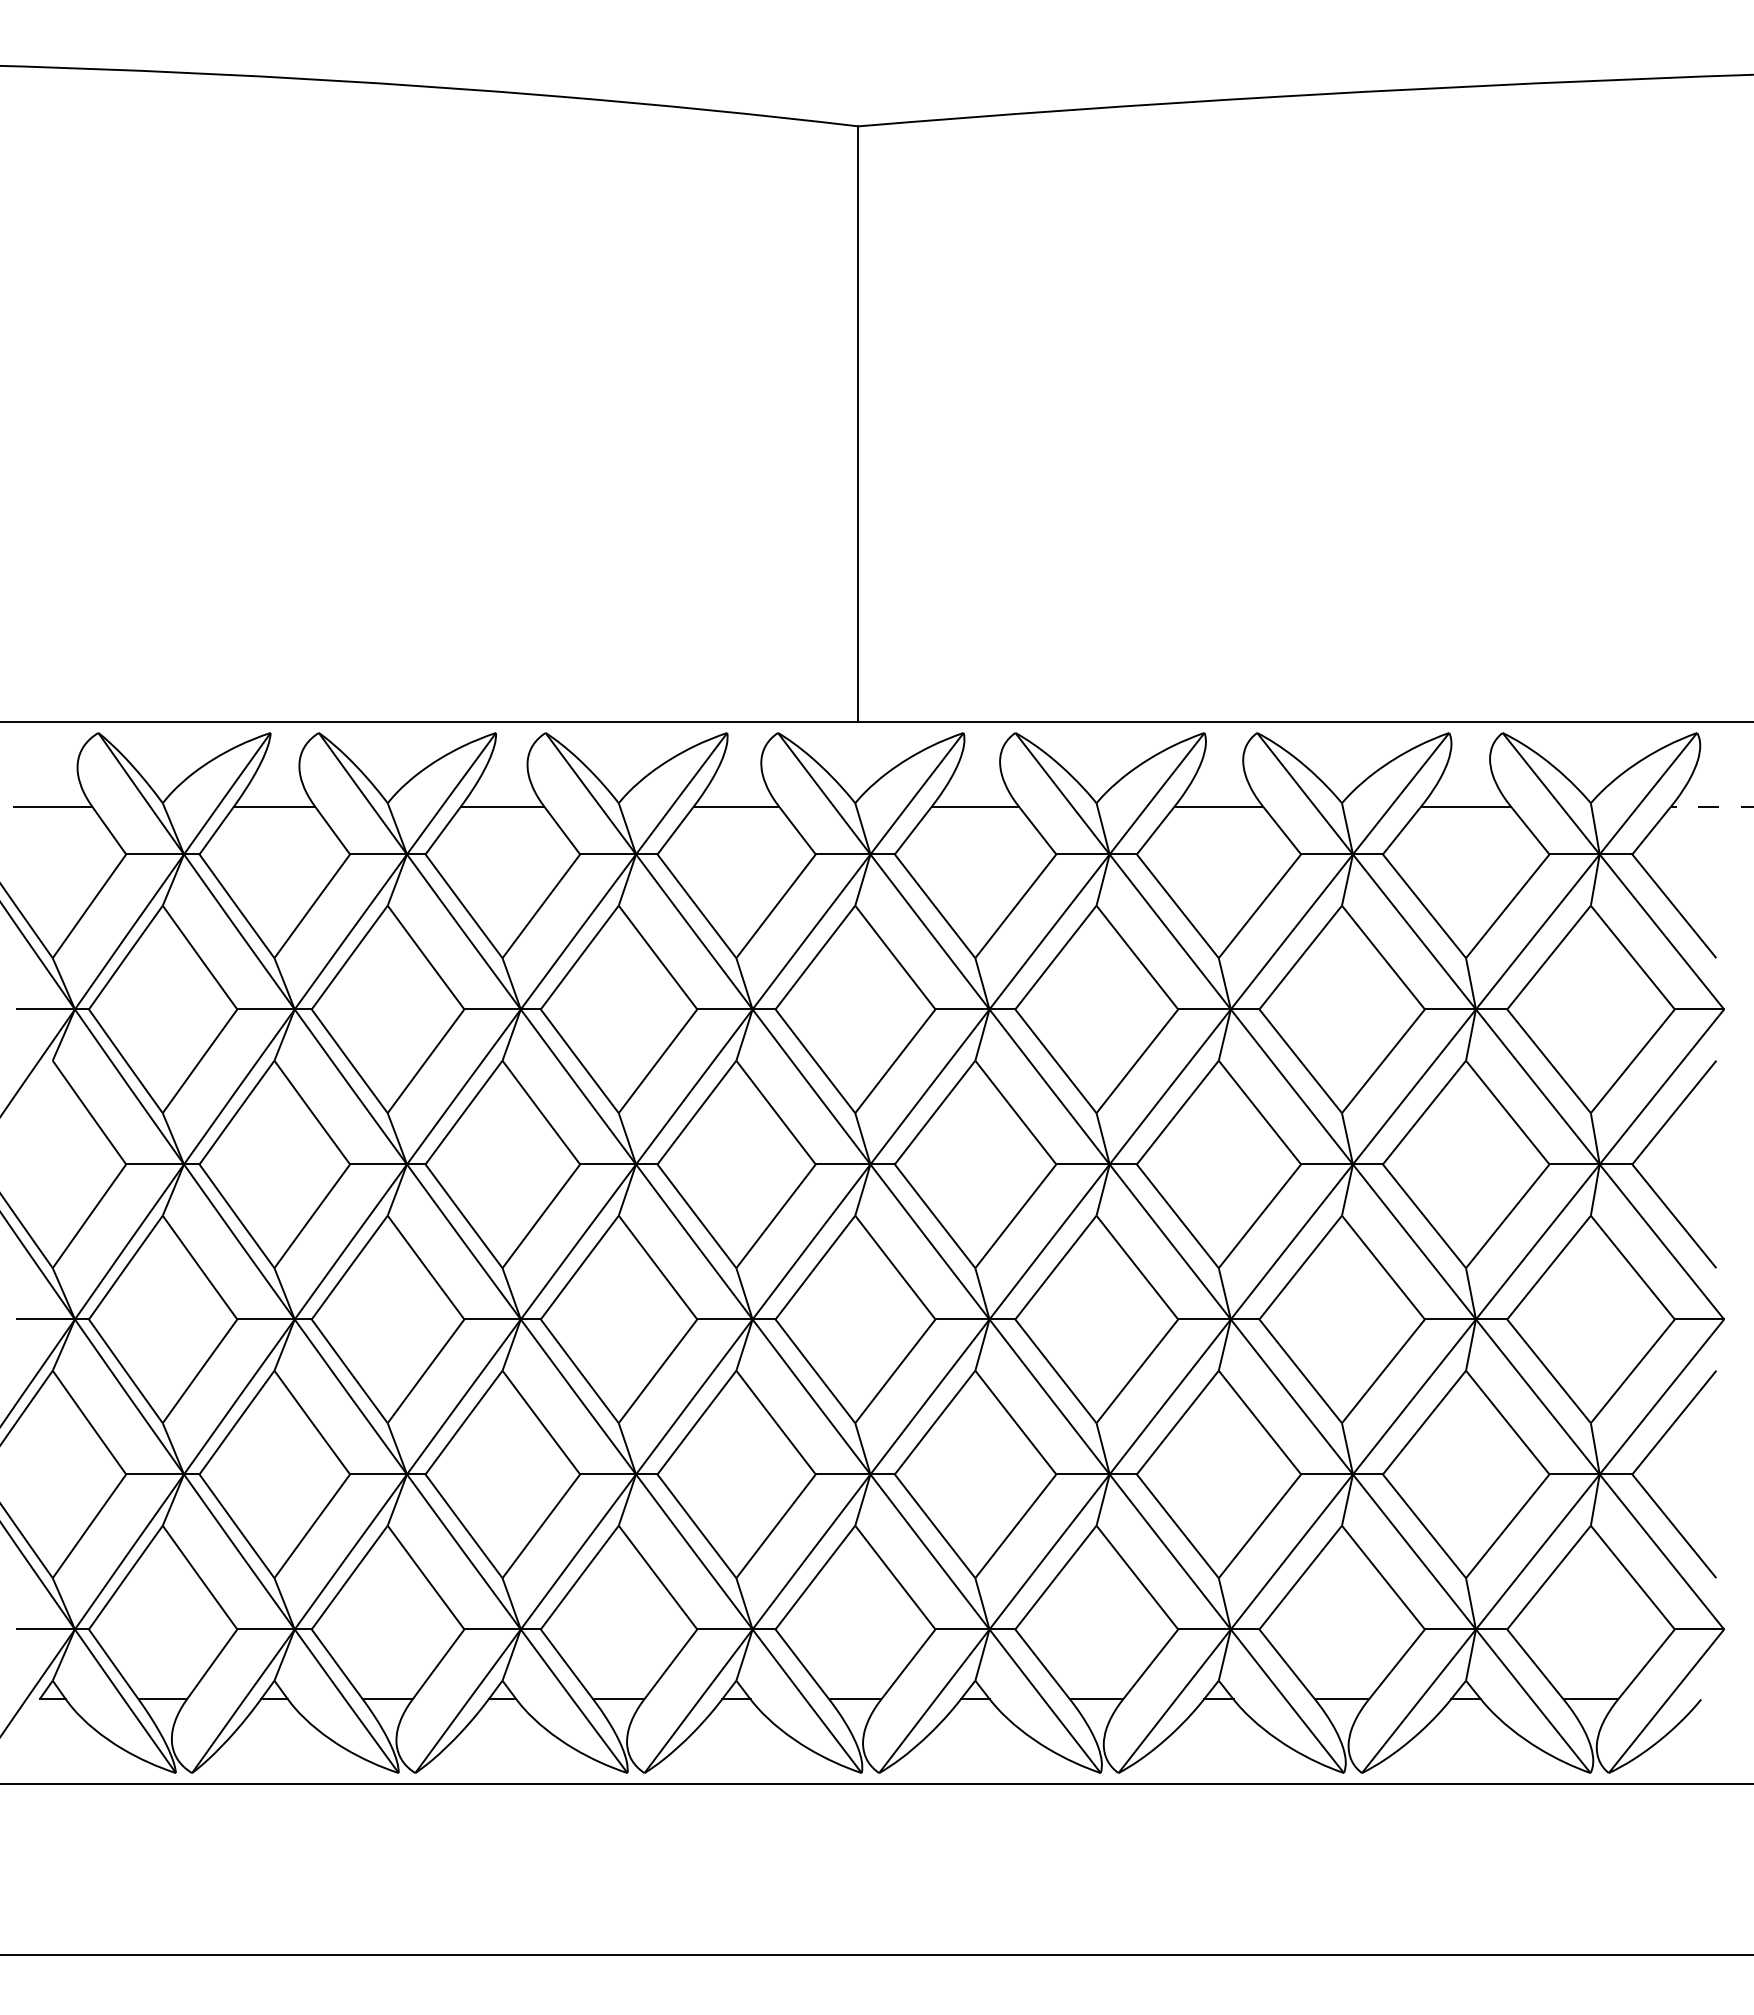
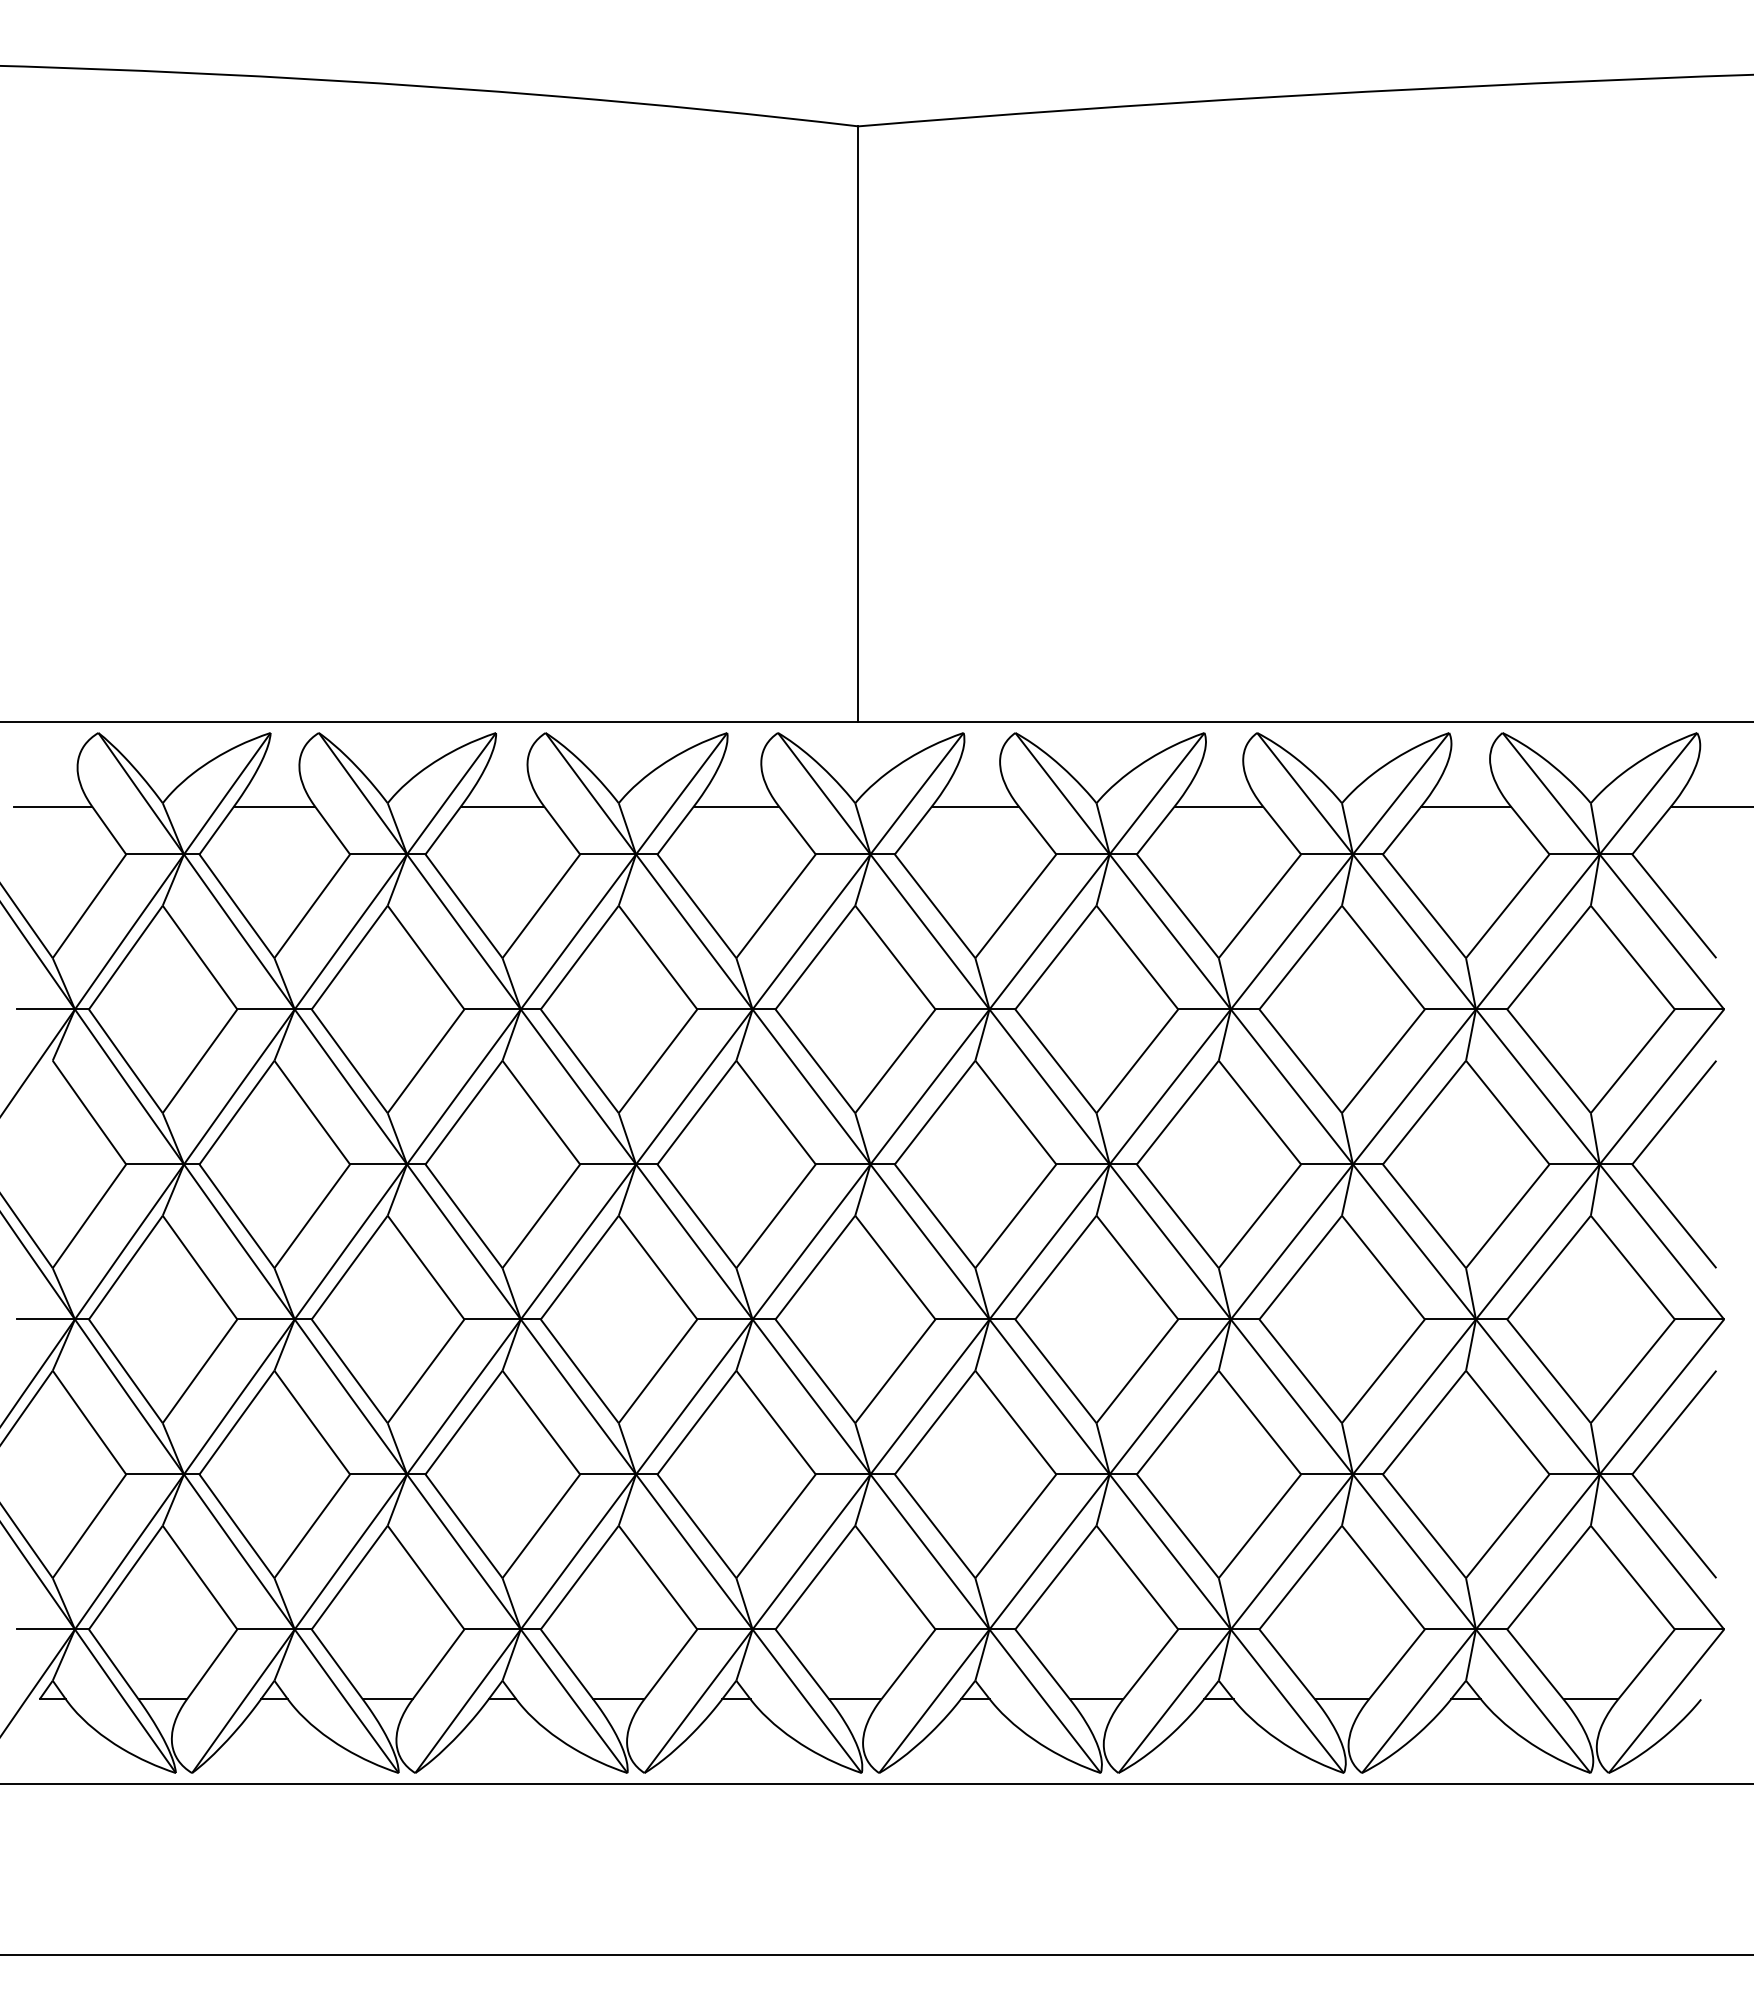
line at (1711, 806): dashed -> solid
